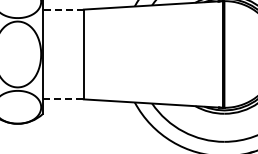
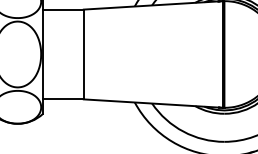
line at (62, 9): dashed -> solid
line at (63, 99): dashed -> solid
